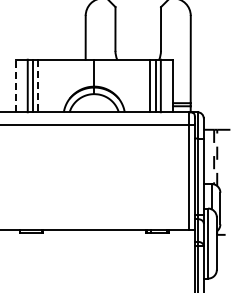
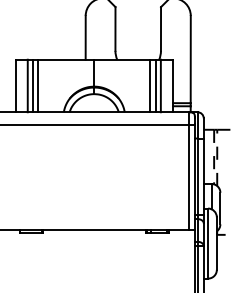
line at (15, 85): dashed -> solid
line at (38, 86): dashed -> solid
